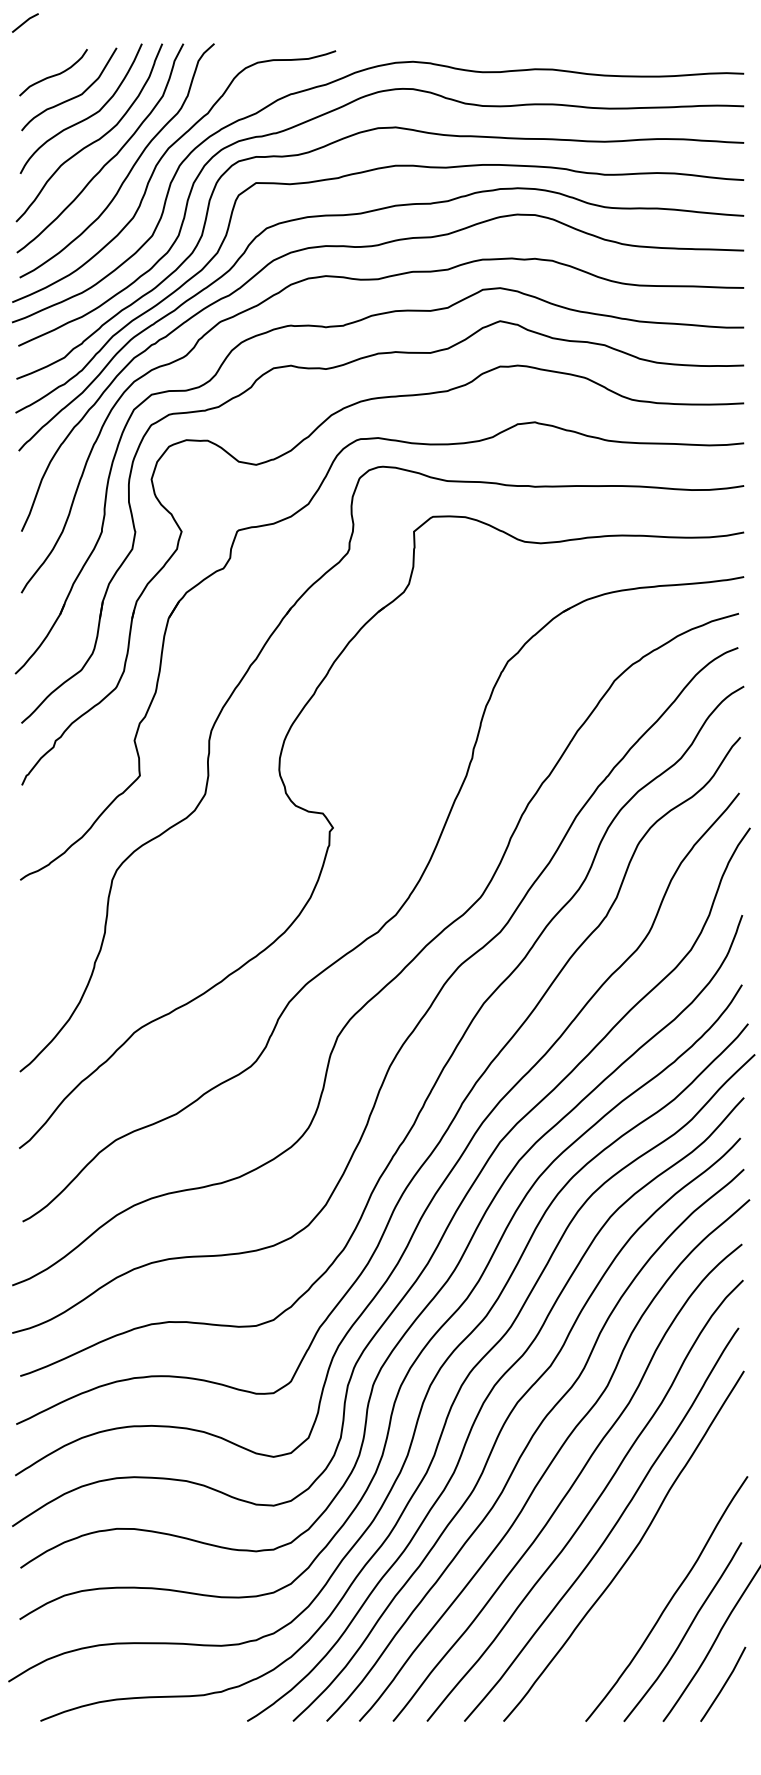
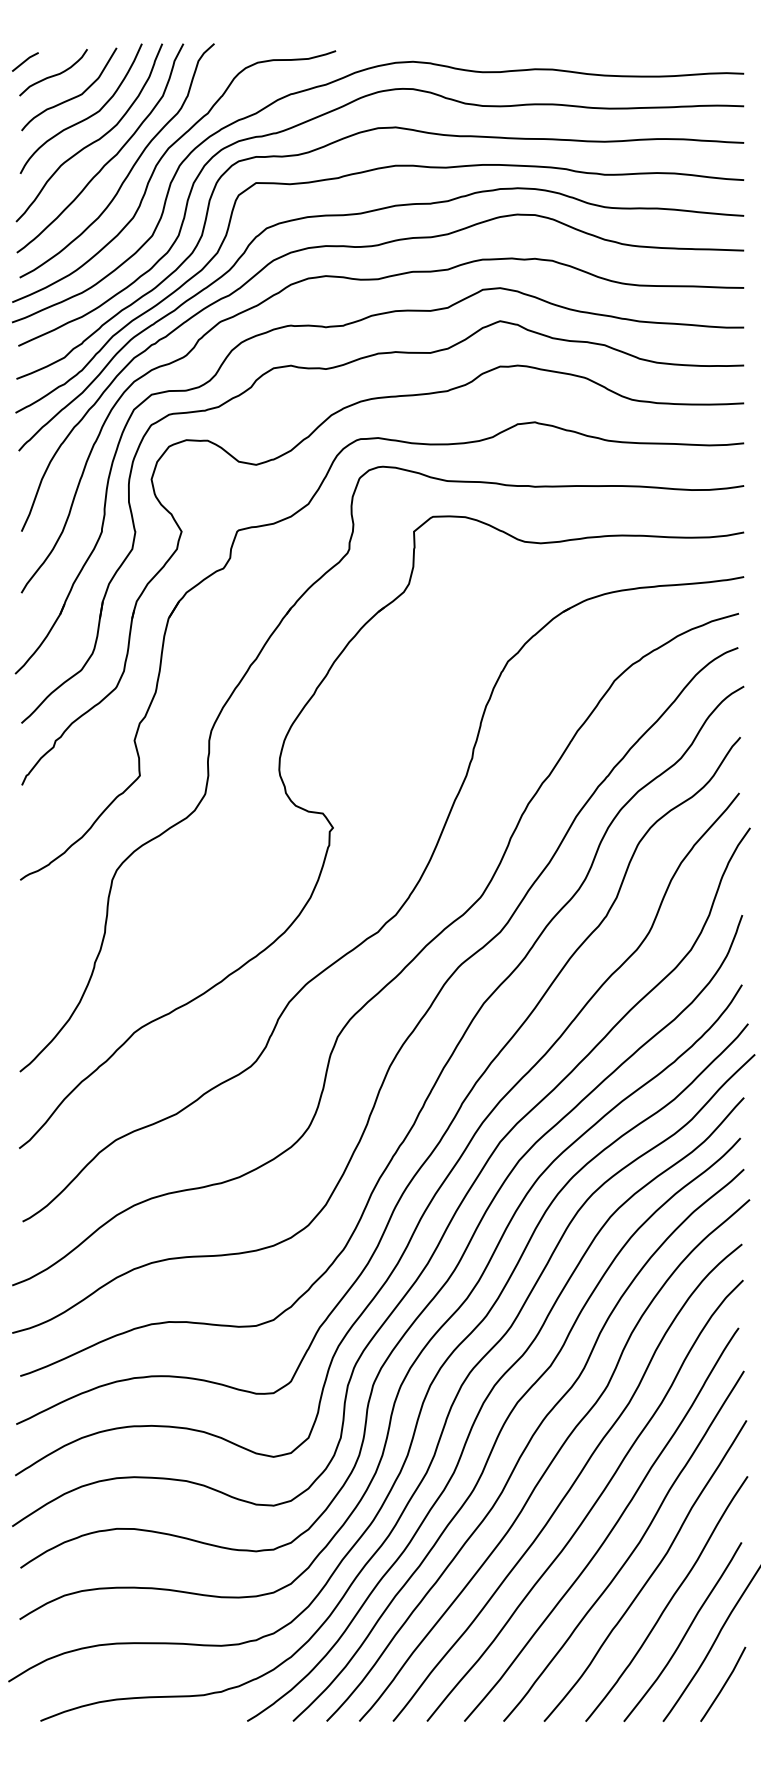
line at (25, 22) position: (25, 22) -> (25, 61)
curve at (651, 1573): none -> present
